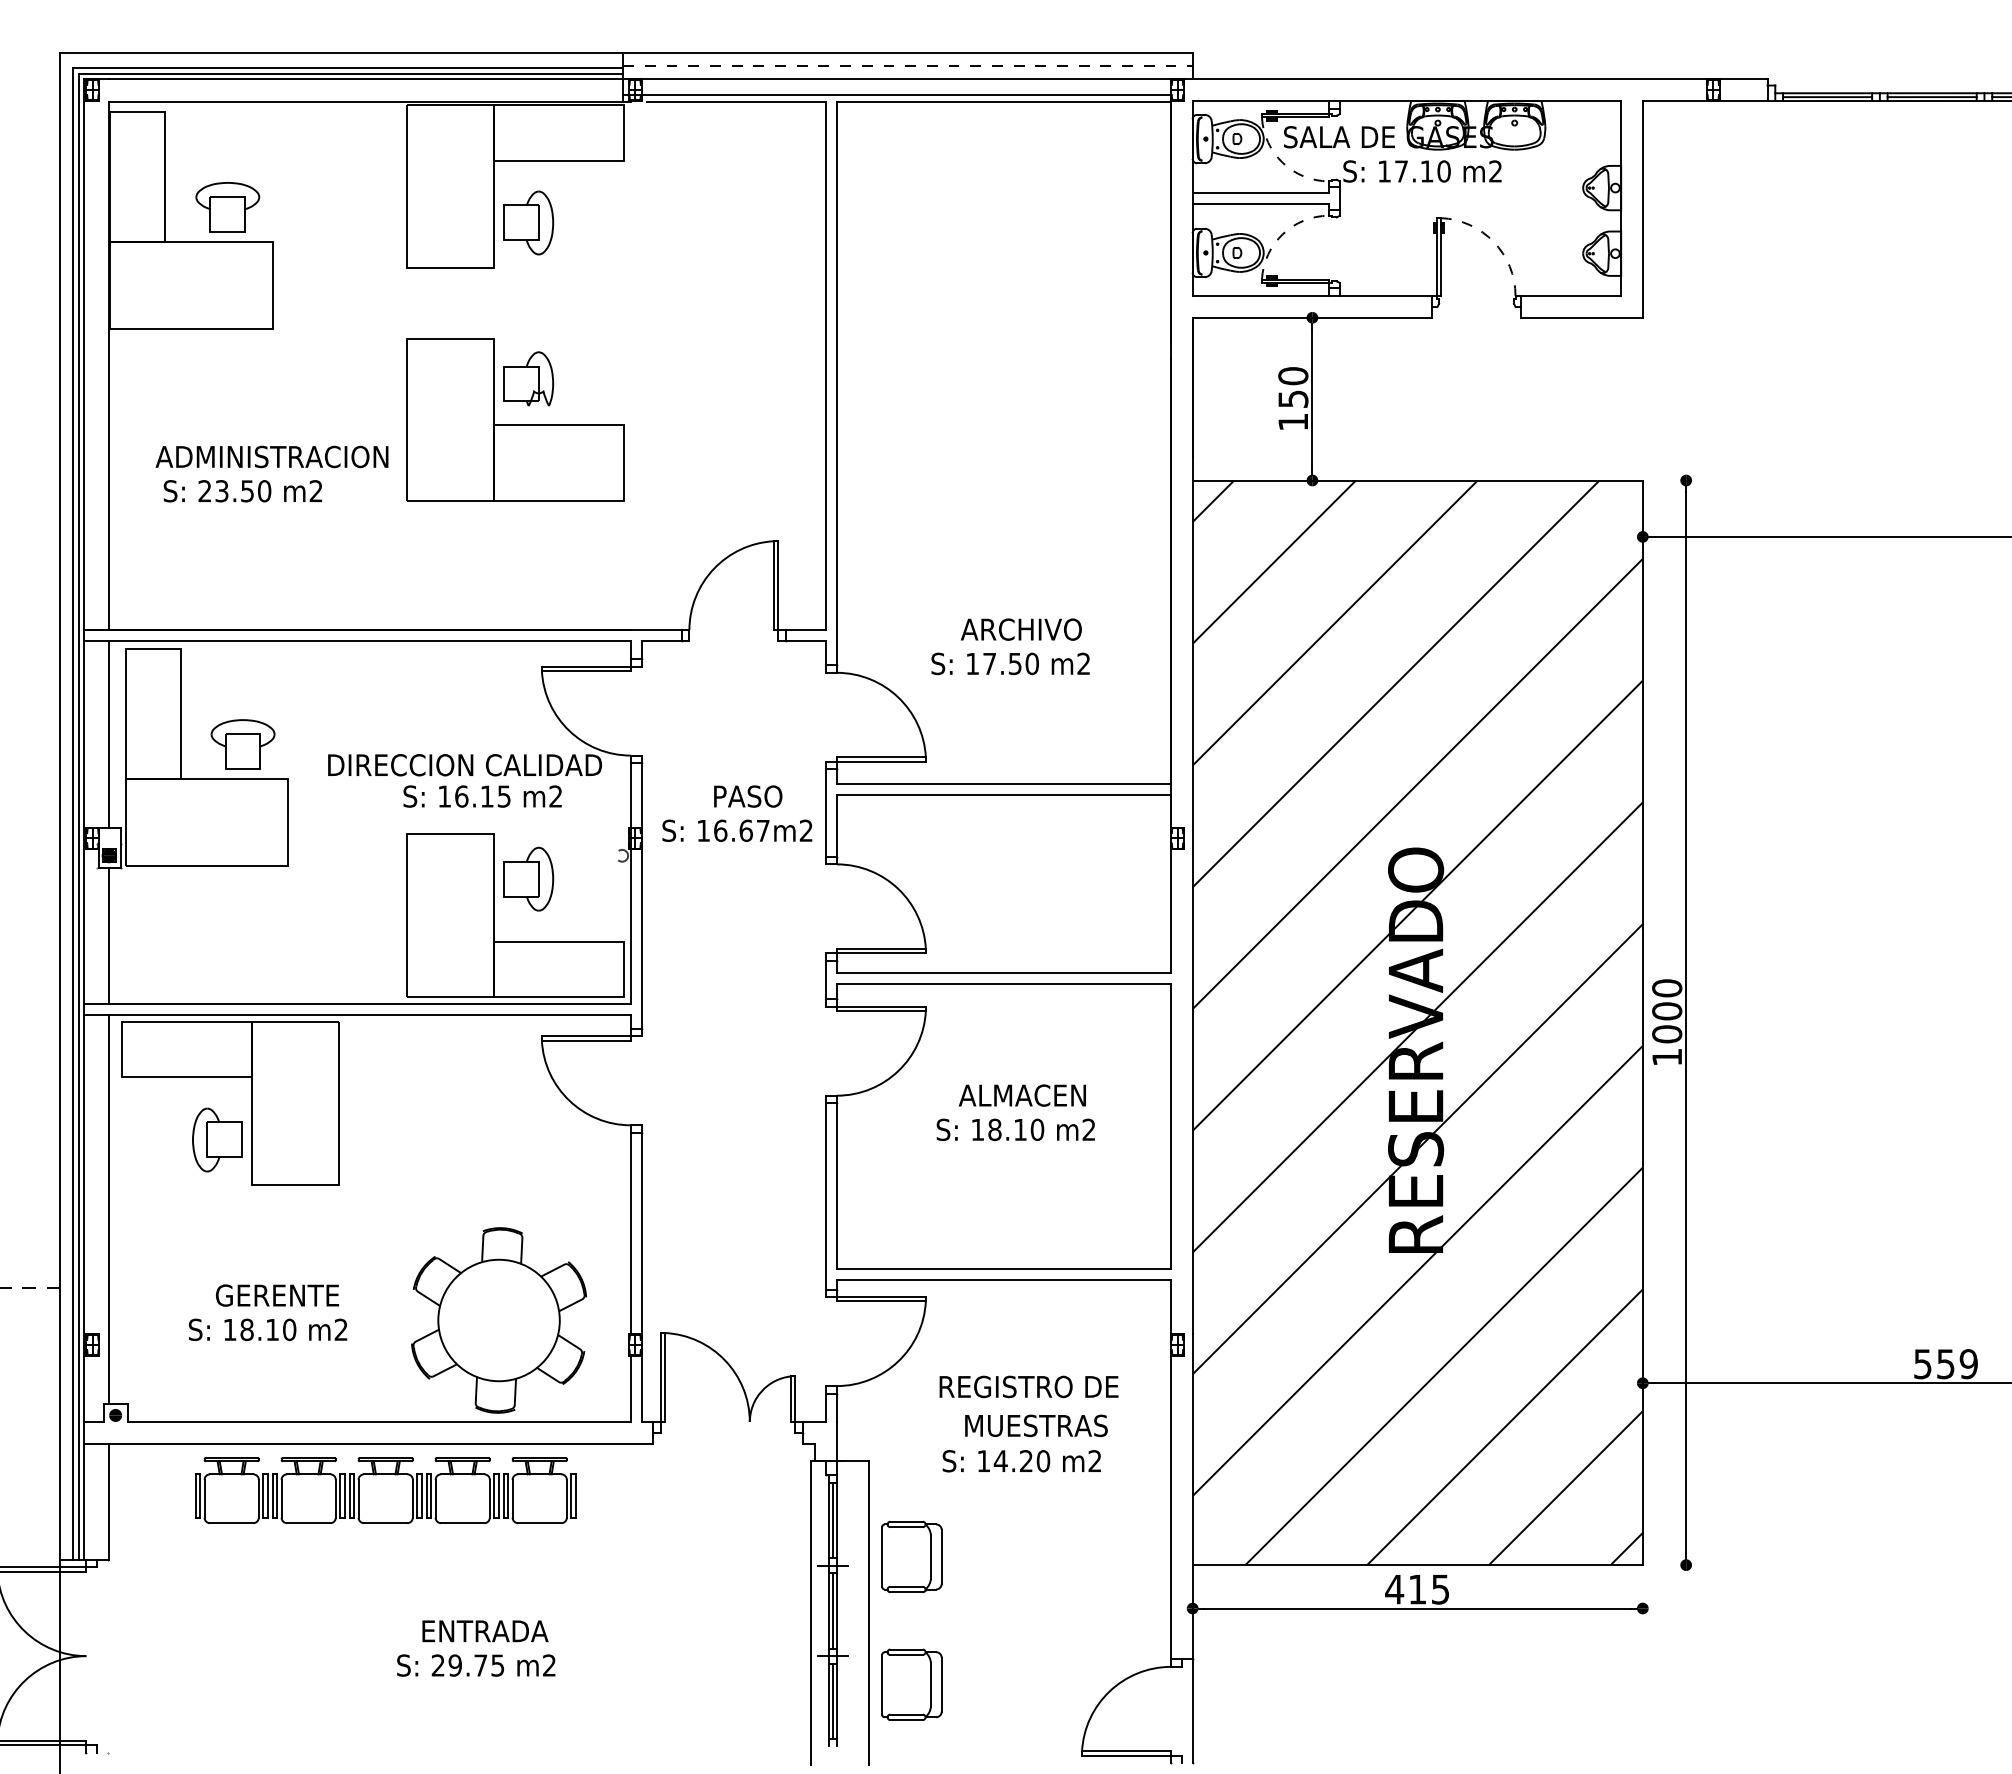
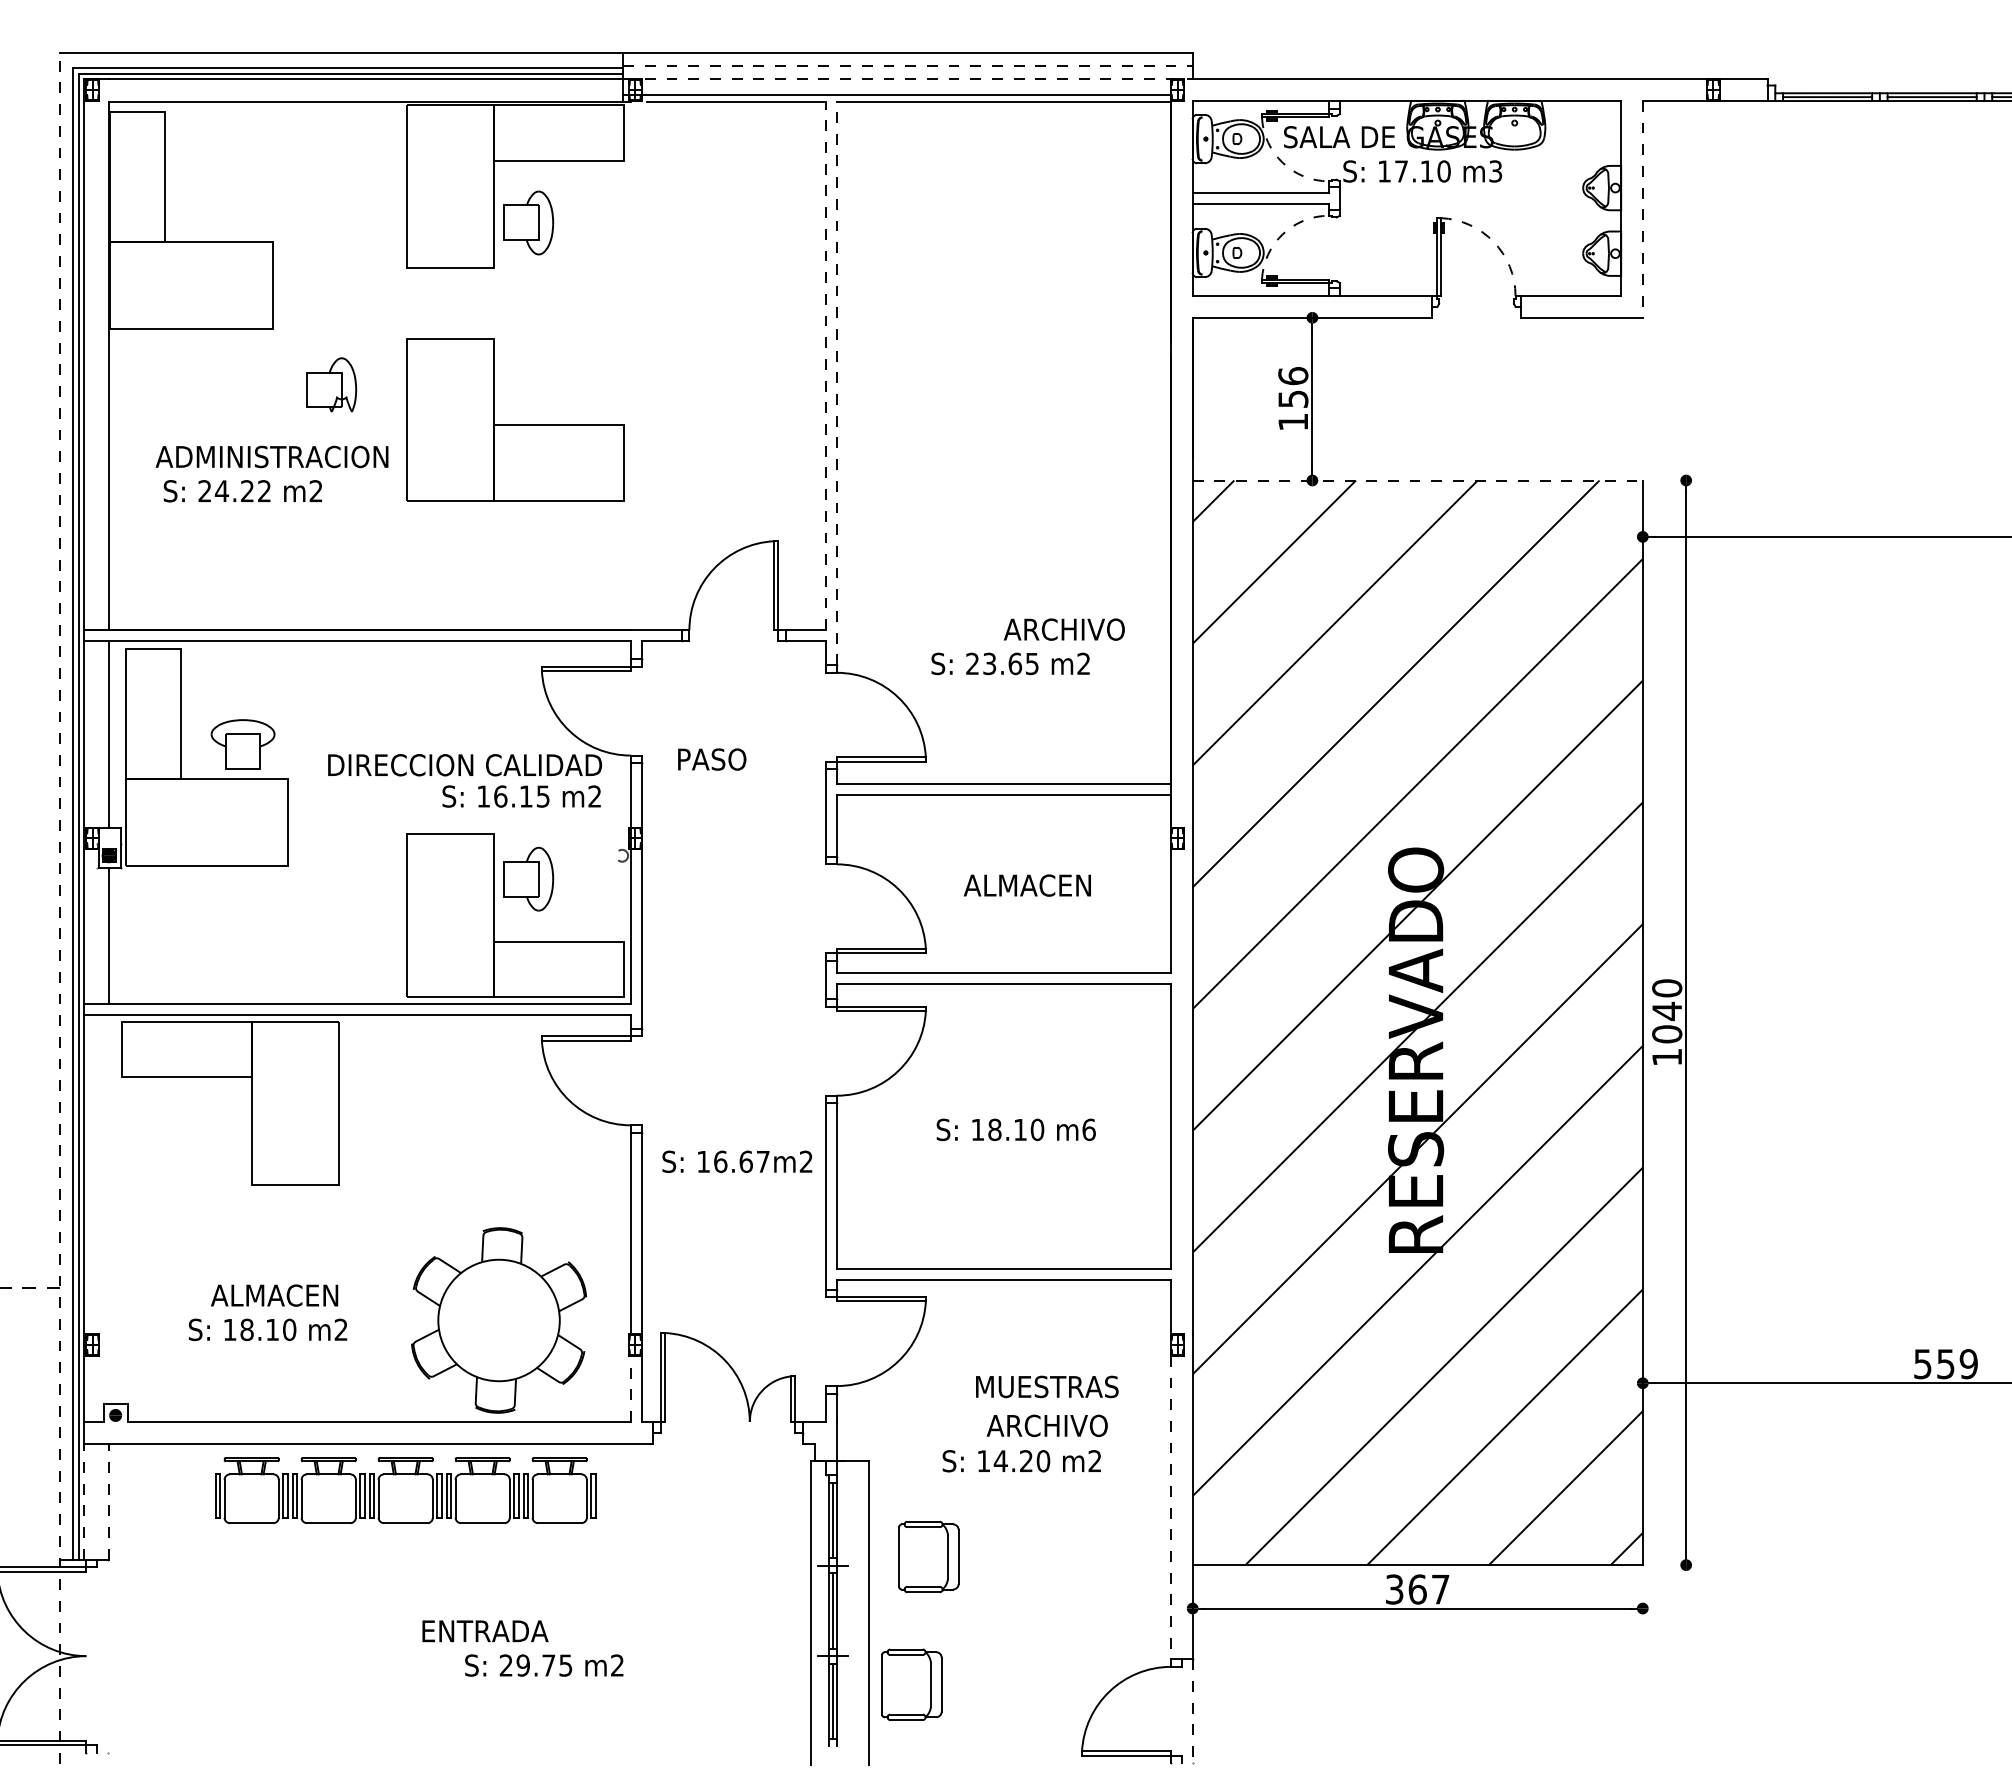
line at (907, 79): solid -> dashed
text at (1495, 171): m2 -> m3
part at (227, 207): present -> none
line at (1642, 209): solid -> dashed
line at (826, 365): solid -> dashed
text at (1293, 376): 150 -> 156
part at (528, 378) position: (528, 378) -> (331, 384)
line at (836, 383): solid -> dashed
line at (1418, 480): solid -> dashed
text at (242, 491): 23.50 -> 24.22
text at (1020, 629) position: (1020, 629) -> (1063, 629)
text at (1002, 663): 17.50 -> 23.65
text at (482, 796) position: (482, 796) -> (521, 796)
text at (748, 796) position: (748, 796) -> (712, 759)
text at (737, 830) position: (737, 830) -> (737, 1161)
line at (60, 913): solid -> dashed
text at (1667, 1010): 1000 -> 1040
text at (1021, 1095) position: (1021, 1095) -> (1026, 885)
text at (1088, 1129): m2 -> m6
part at (217, 1139): present -> none
line at (109, 1209): present -> none
text at (275, 1295): GERENTE -> ALMACEN
text at (1028, 1386): REGISTRO DE -> MUESTRAS
line at (630, 1388): solid -> dashed
text at (1036, 1425): MUESTRAS -> ARCHIVO
part at (385, 1490) position: (385, 1490) -> (405, 1490)
line at (84, 1501): solid -> dashed
line at (109, 1501): solid -> dashed
line at (1170, 1507): solid -> dashed
part at (911, 1556) position: (911, 1556) -> (928, 1556)
text at (1417, 1589): 415 -> 367
text at (476, 1665) position: (476, 1665) -> (544, 1665)
line at (1192, 1711): solid -> dashed
